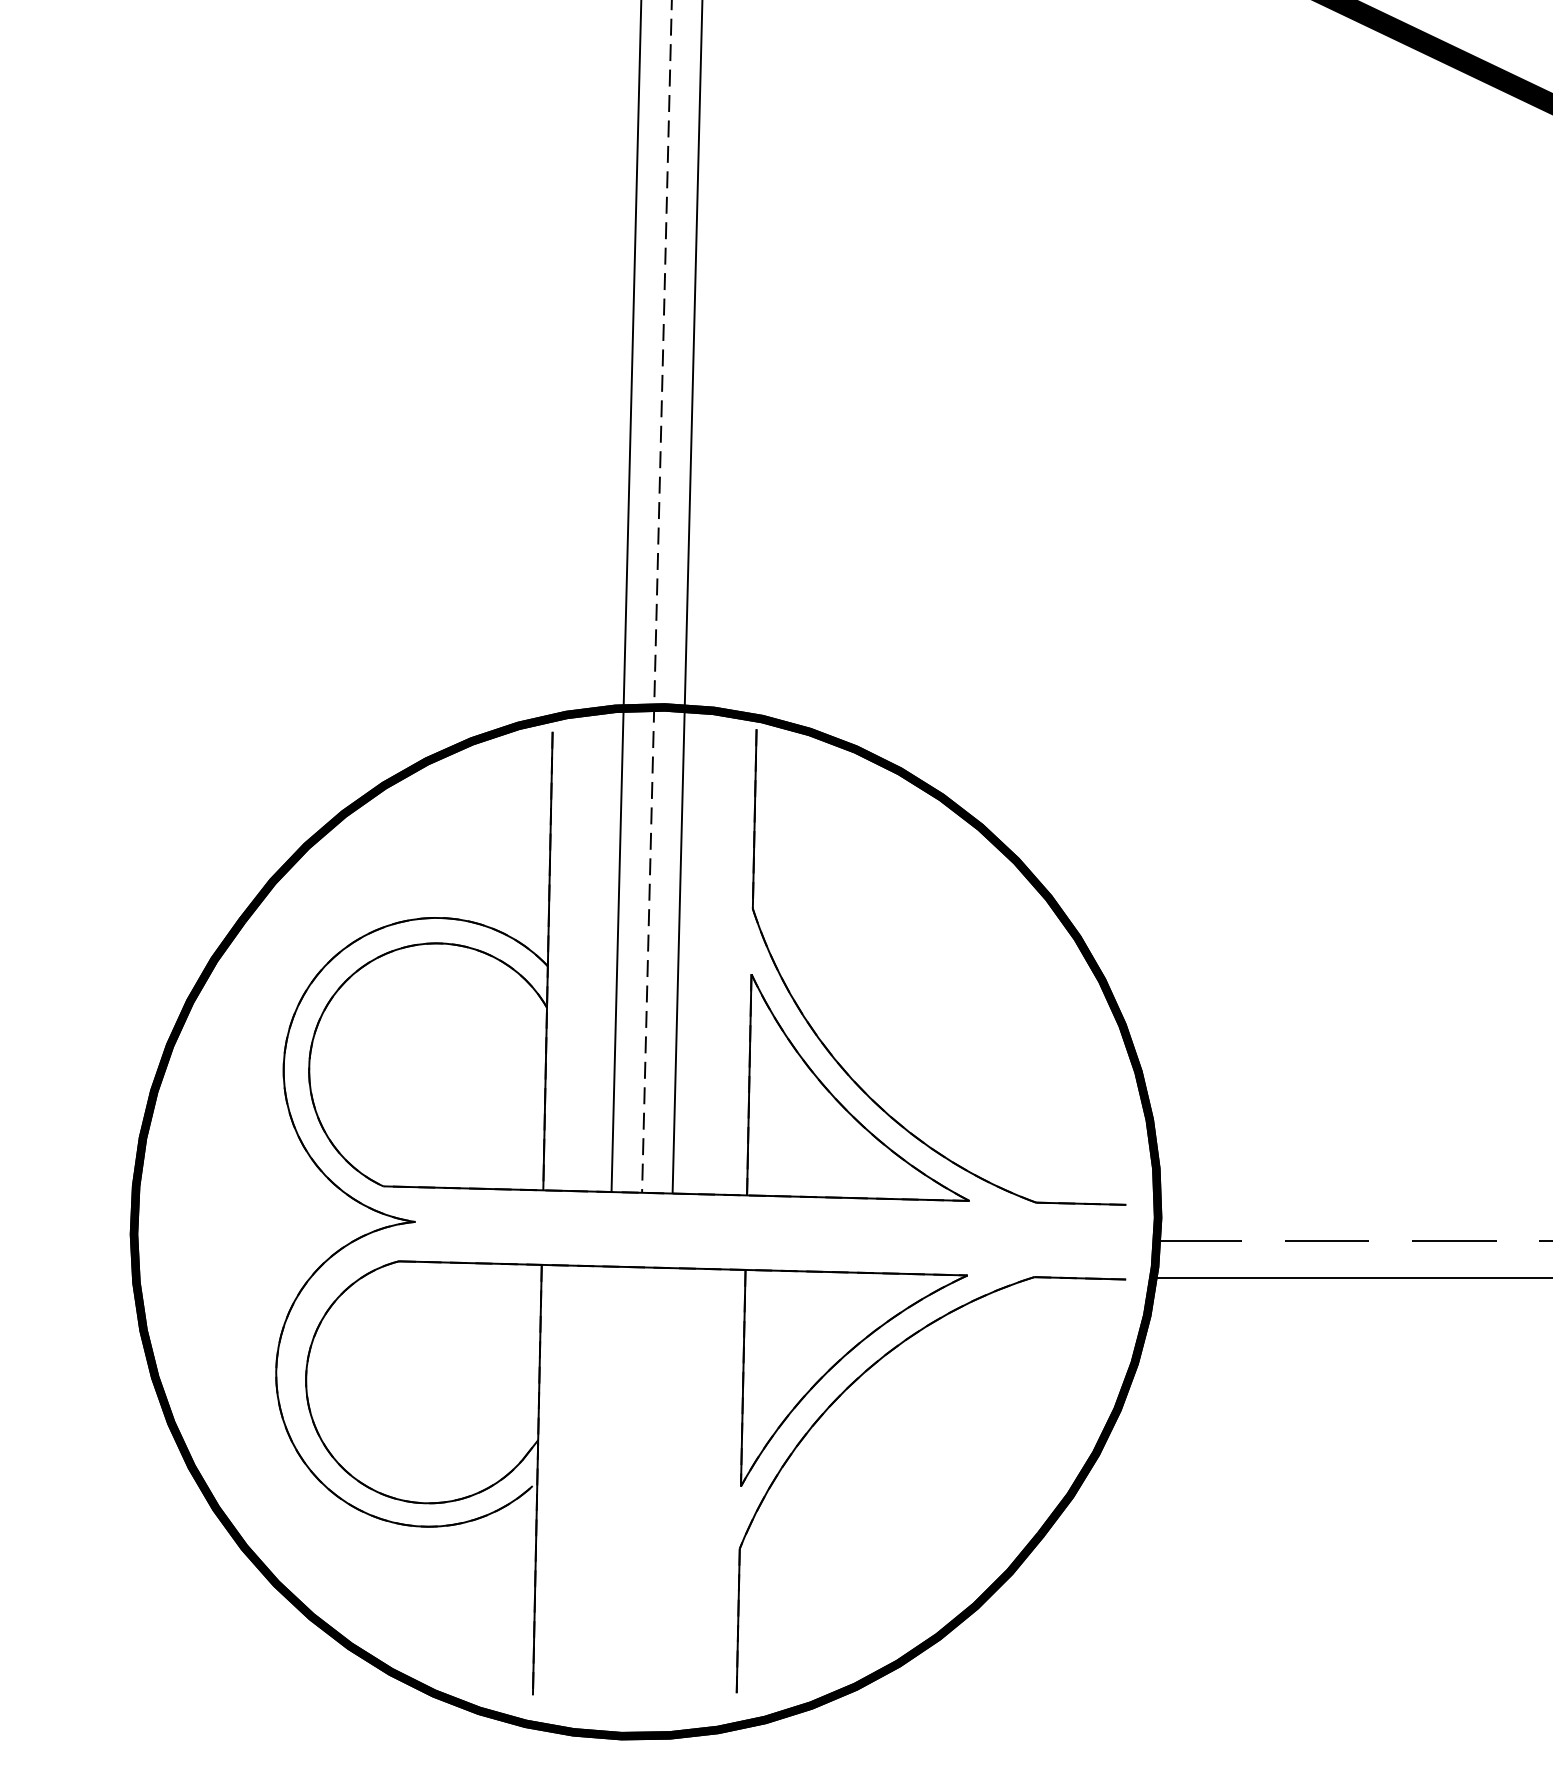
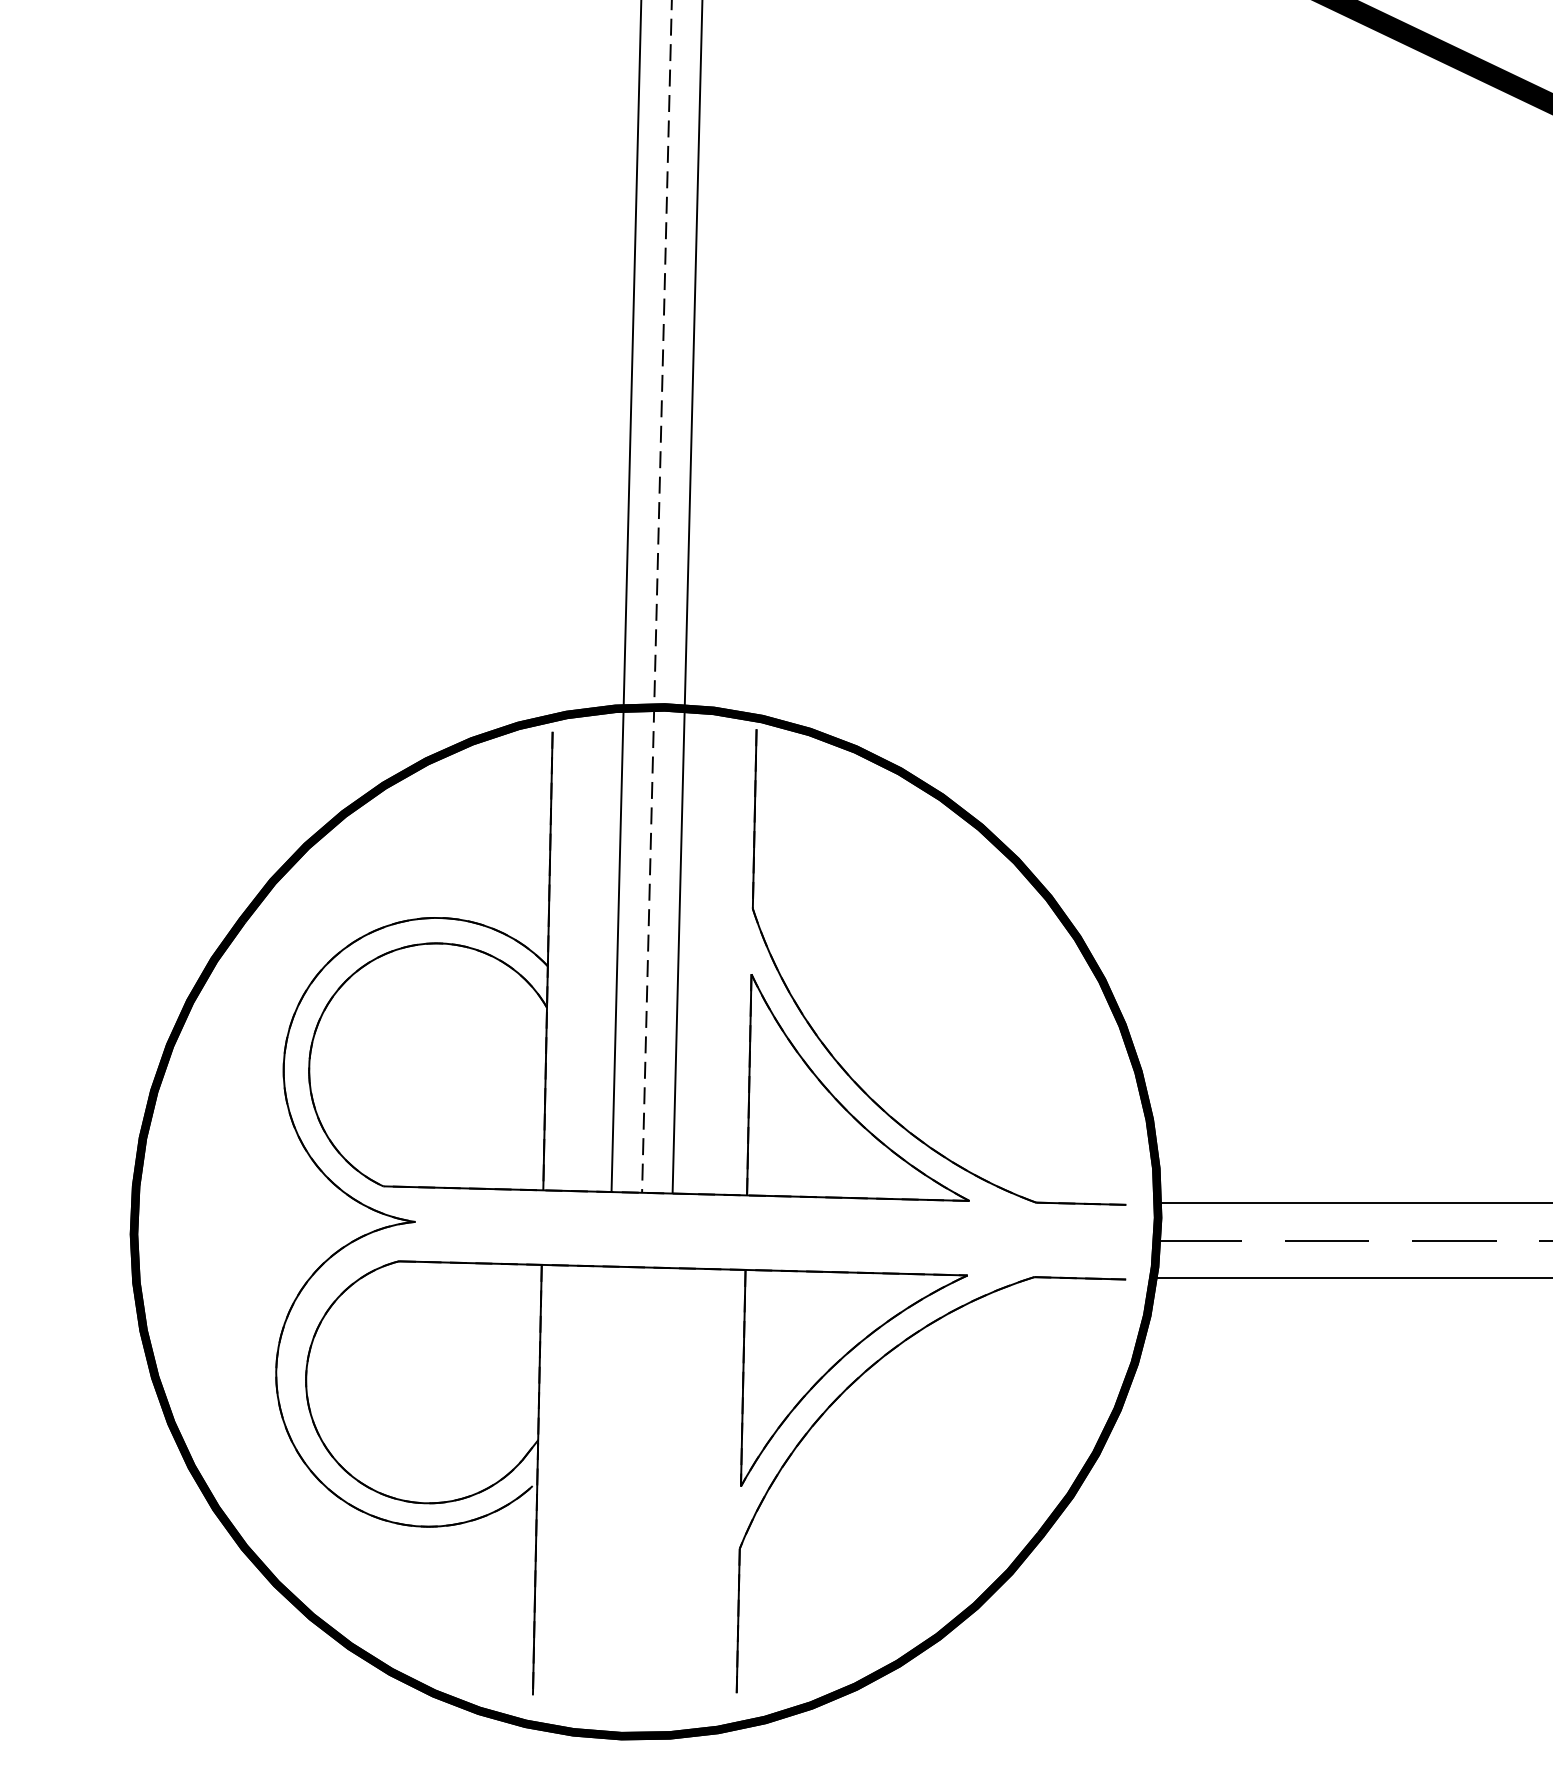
line at (1353, 1203): none -> present
